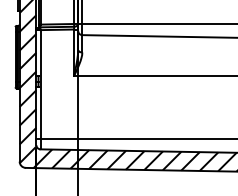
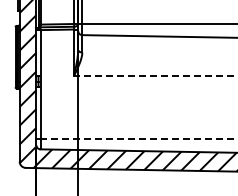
line at (155, 76): solid -> dashed
line at (139, 138): solid -> dashed
